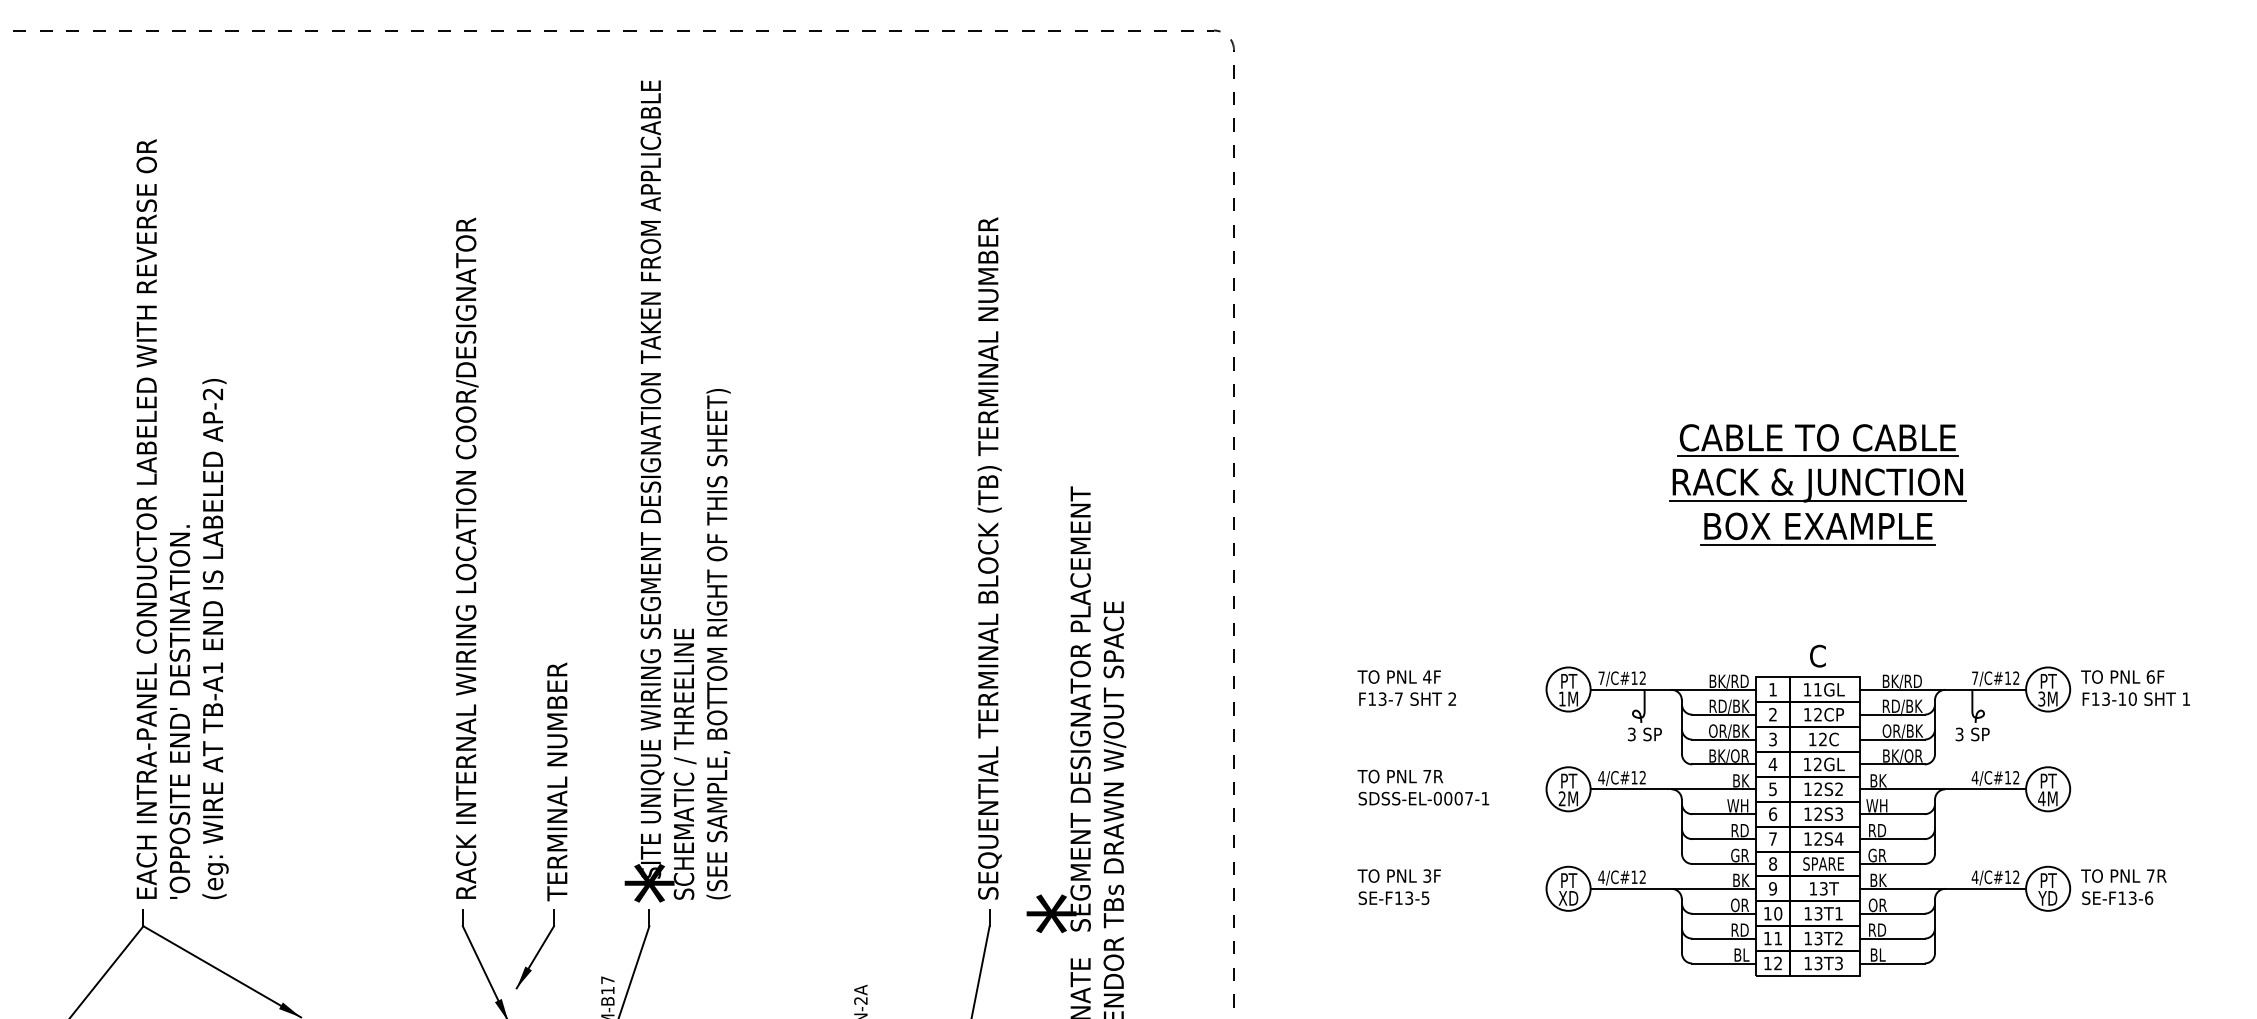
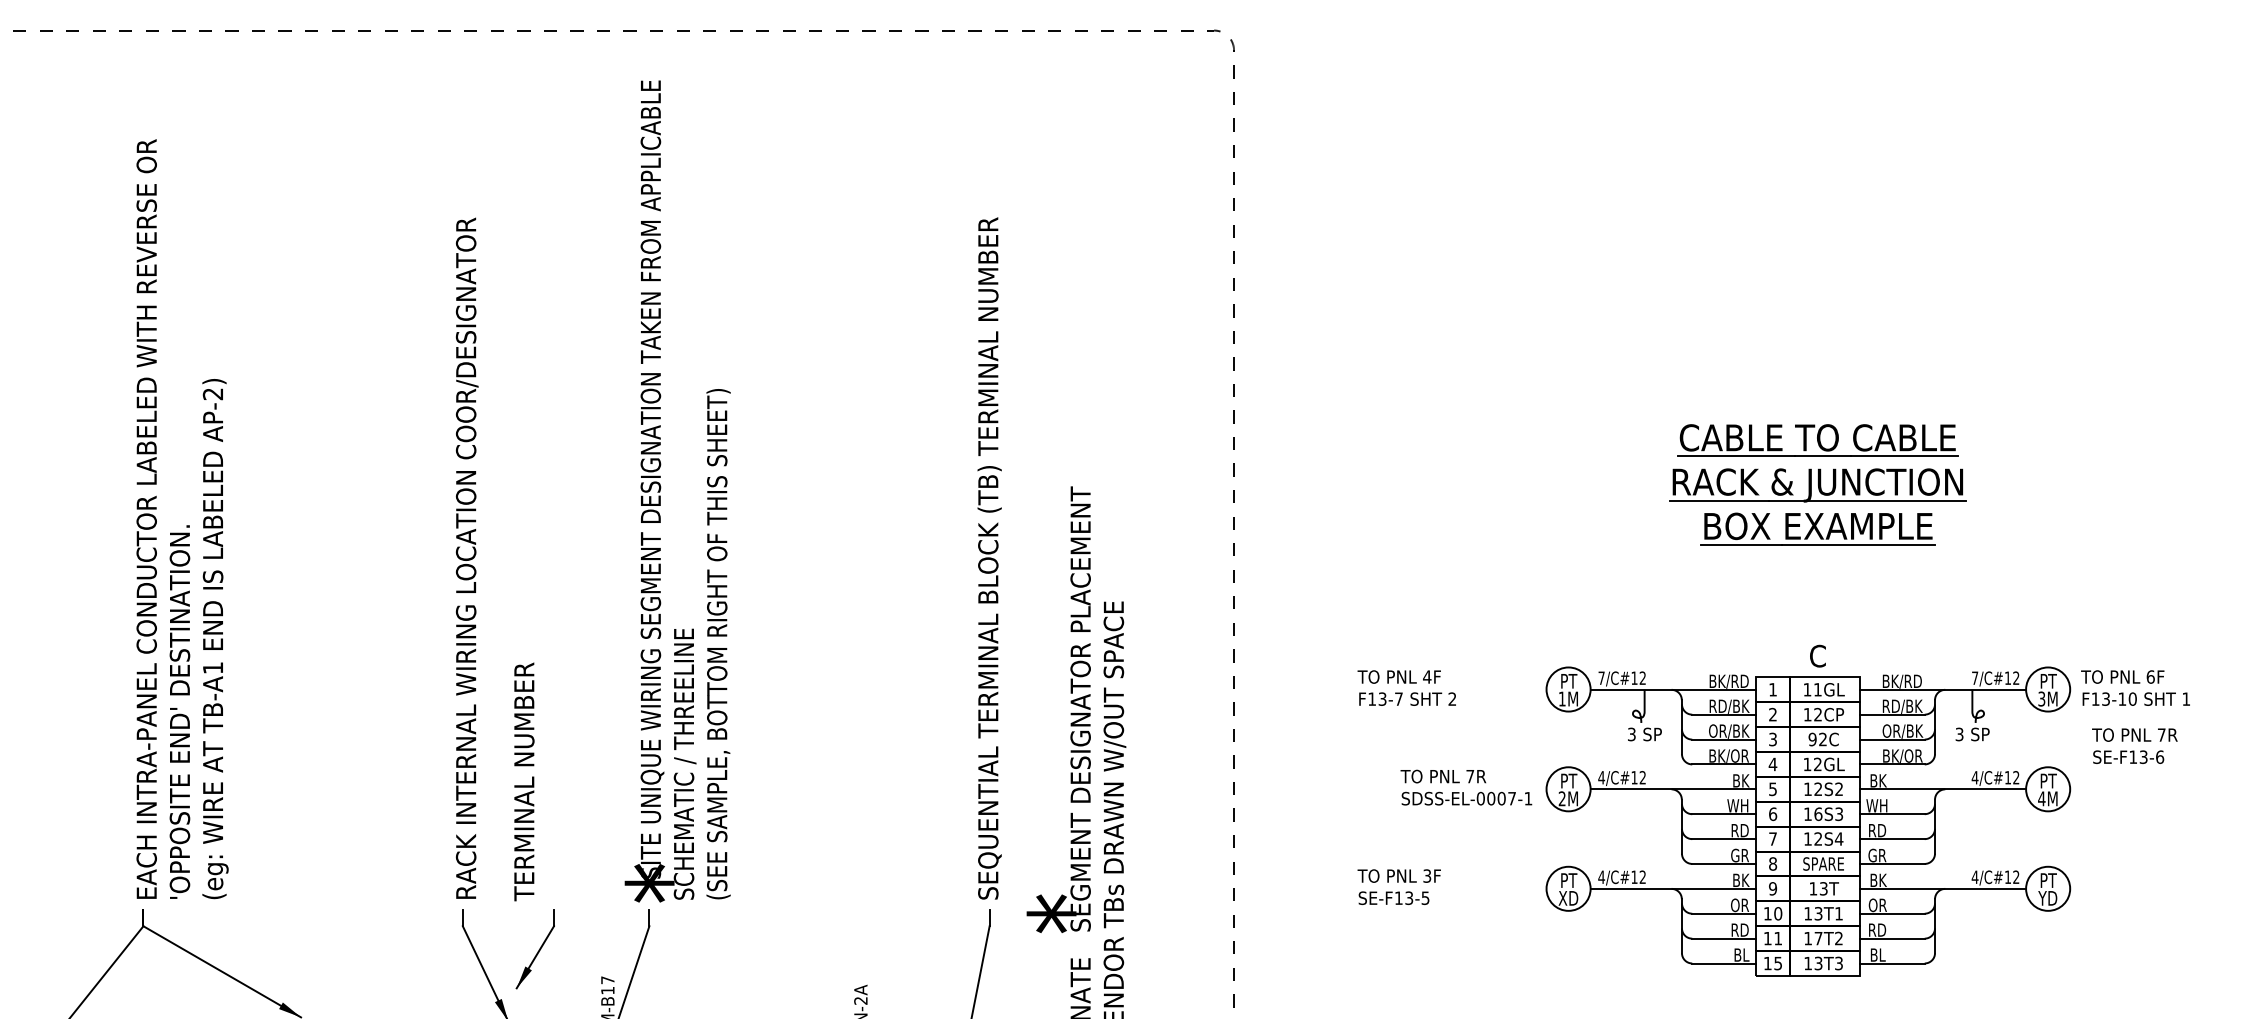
text at (1812, 739): 12C -> 92C
text at (557, 781) position: (557, 781) -> (524, 781)
text at (1423, 787) position: (1423, 787) -> (1466, 787)
text at (1818, 814): 12S3 -> 16S3
text at (2123, 886) position: (2123, 886) -> (2134, 745)
text at (1818, 938): 13T2 -> 17T2
text at (1777, 963): 12 -> 15
